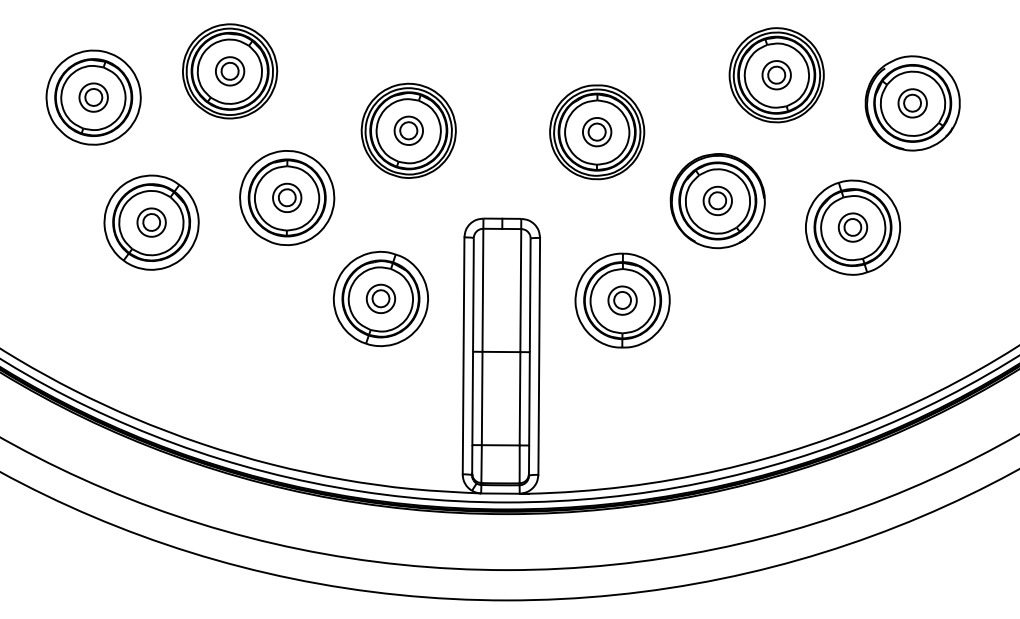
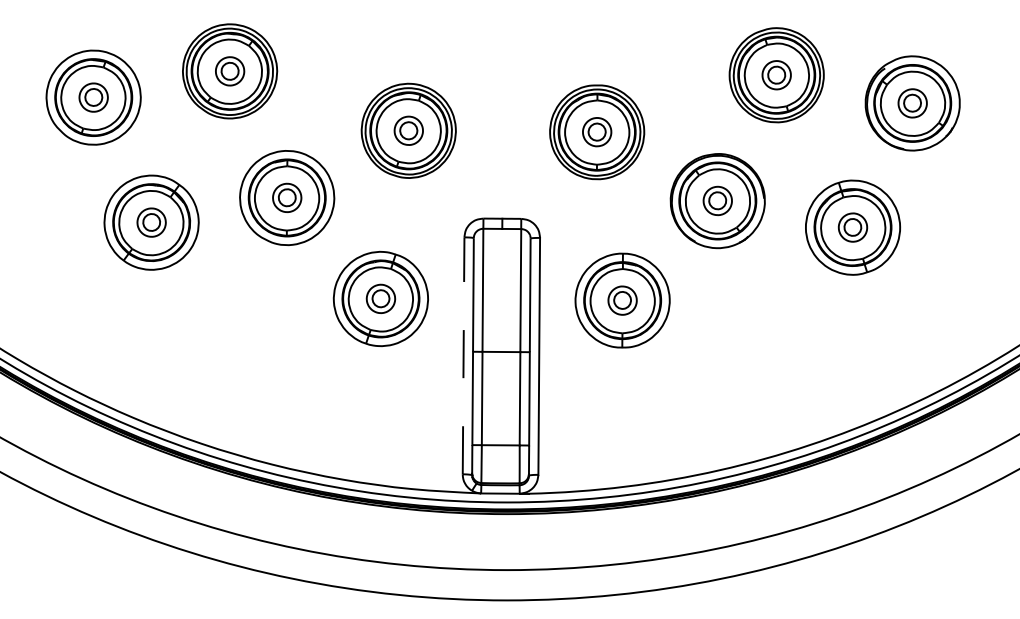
line at (463, 355): solid -> dashed
